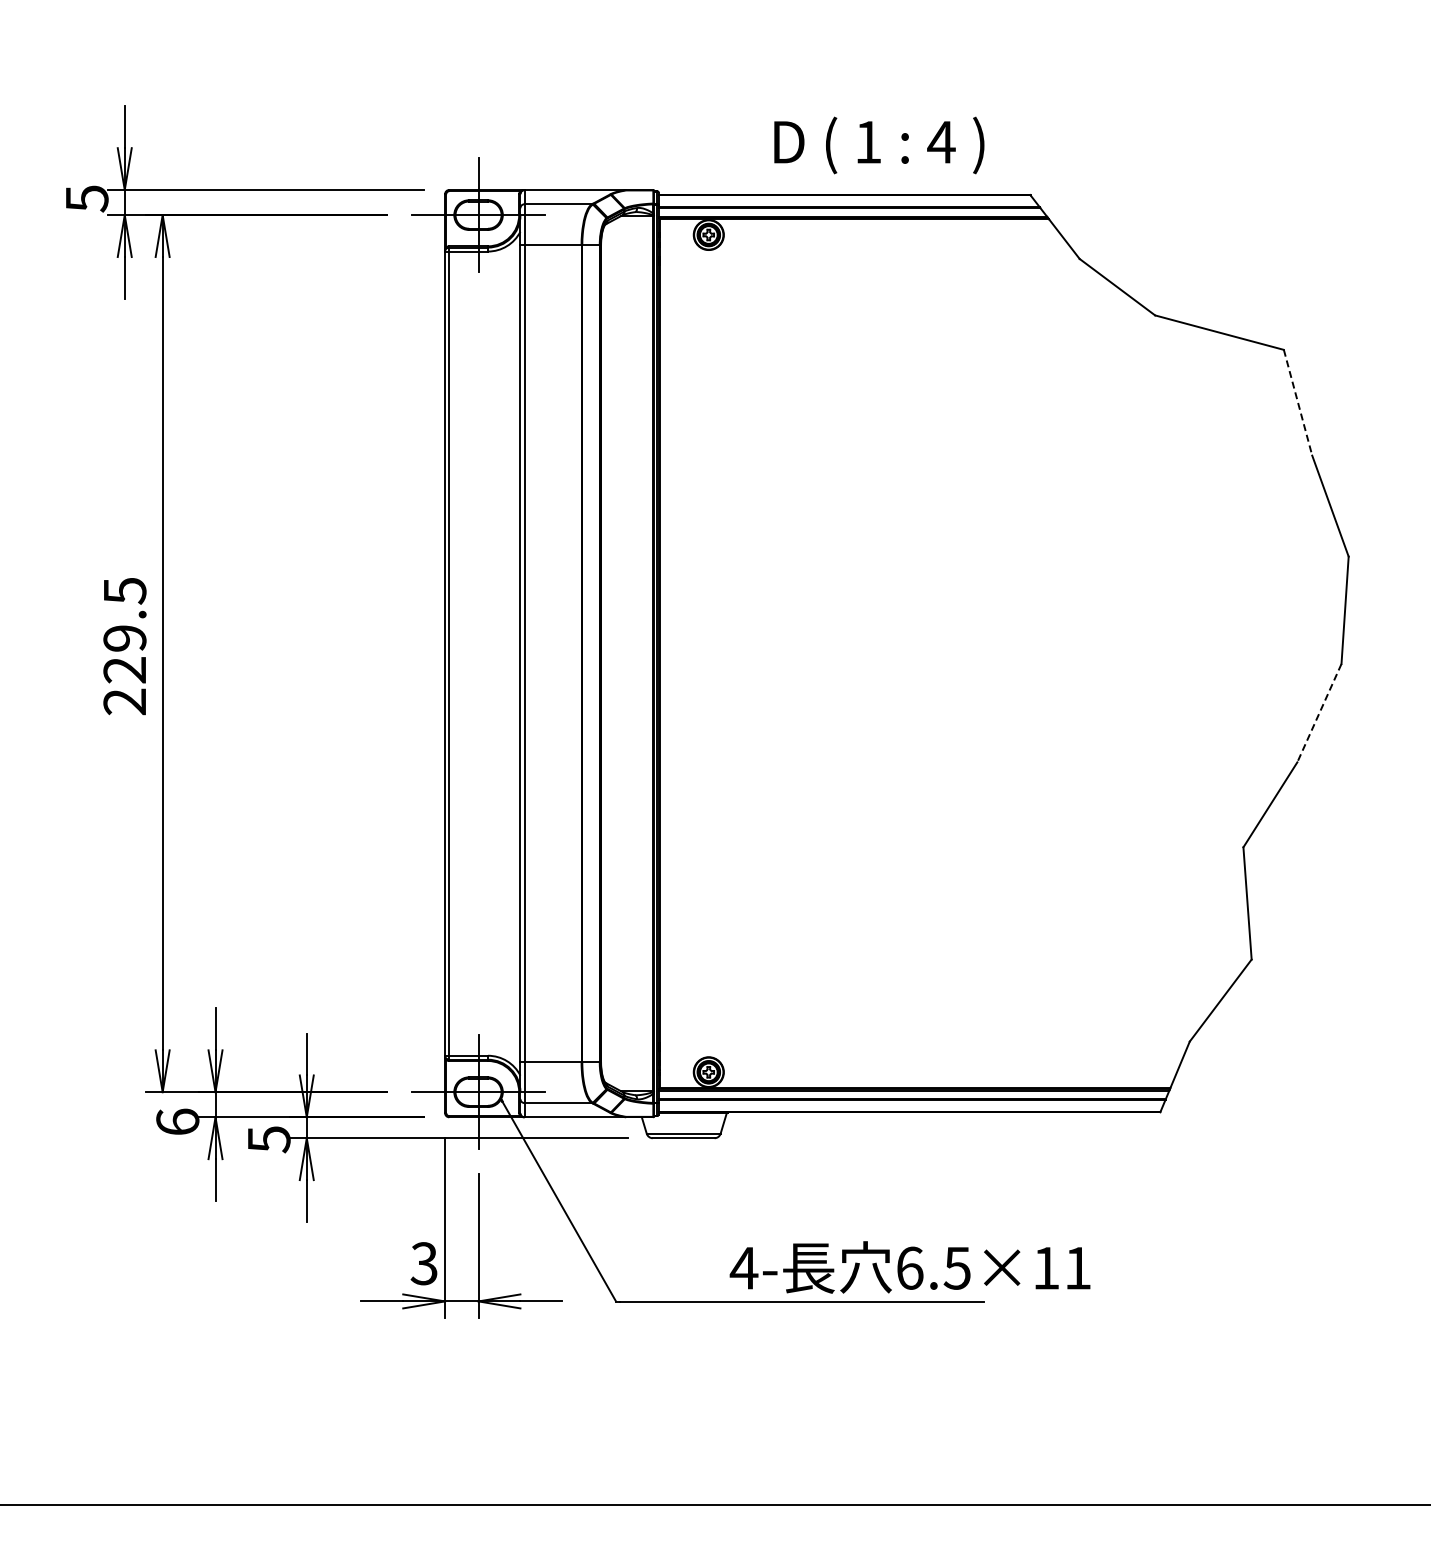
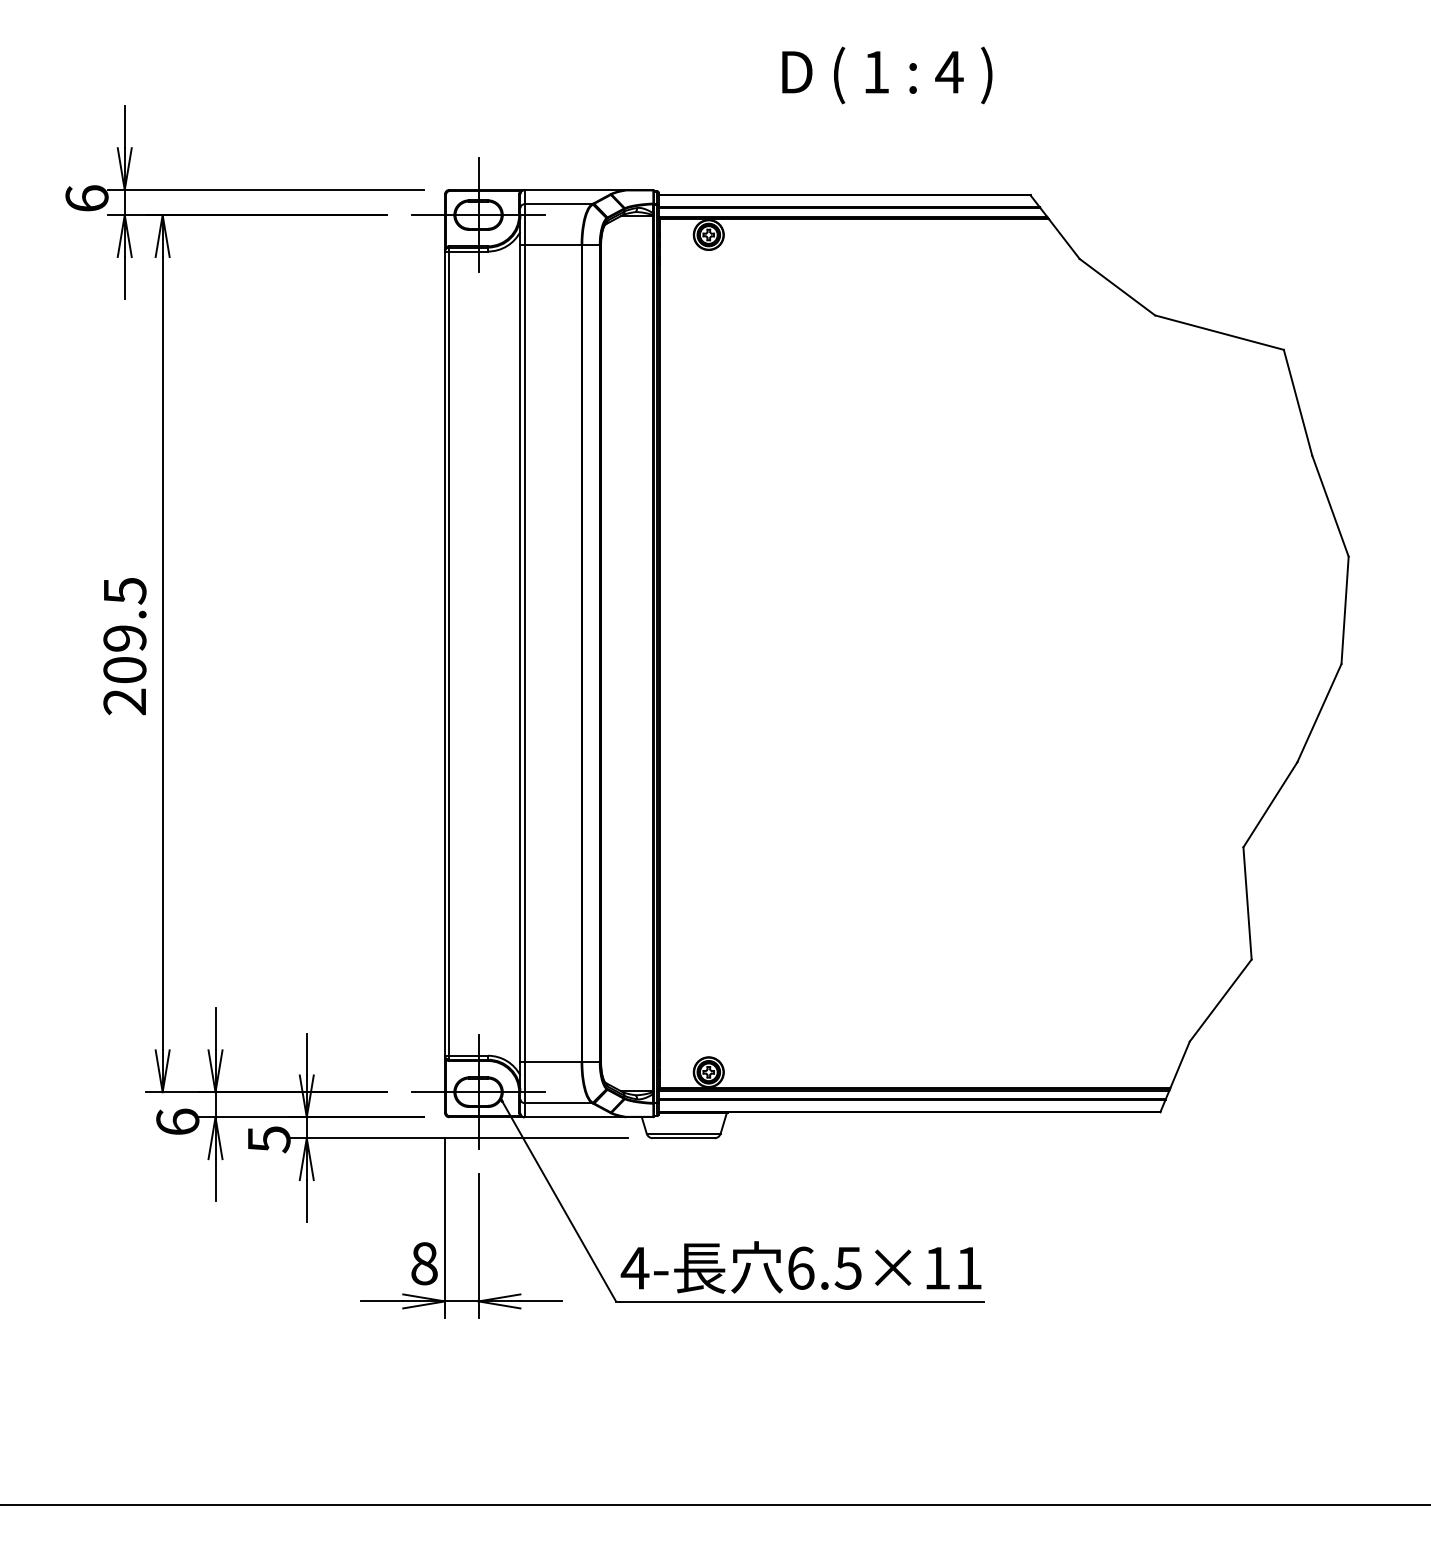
text at (879, 145) position: (879, 145) -> (887, 75)
text at (86, 198): 5 -> 6
line at (1298, 402): dashed -> solid
text at (124, 670): 229.5 -> 209.5
line at (1319, 713): dashed -> solid
text at (423, 1263): 3 -> 8
text at (909, 1267) position: (909, 1267) -> (800, 1267)
